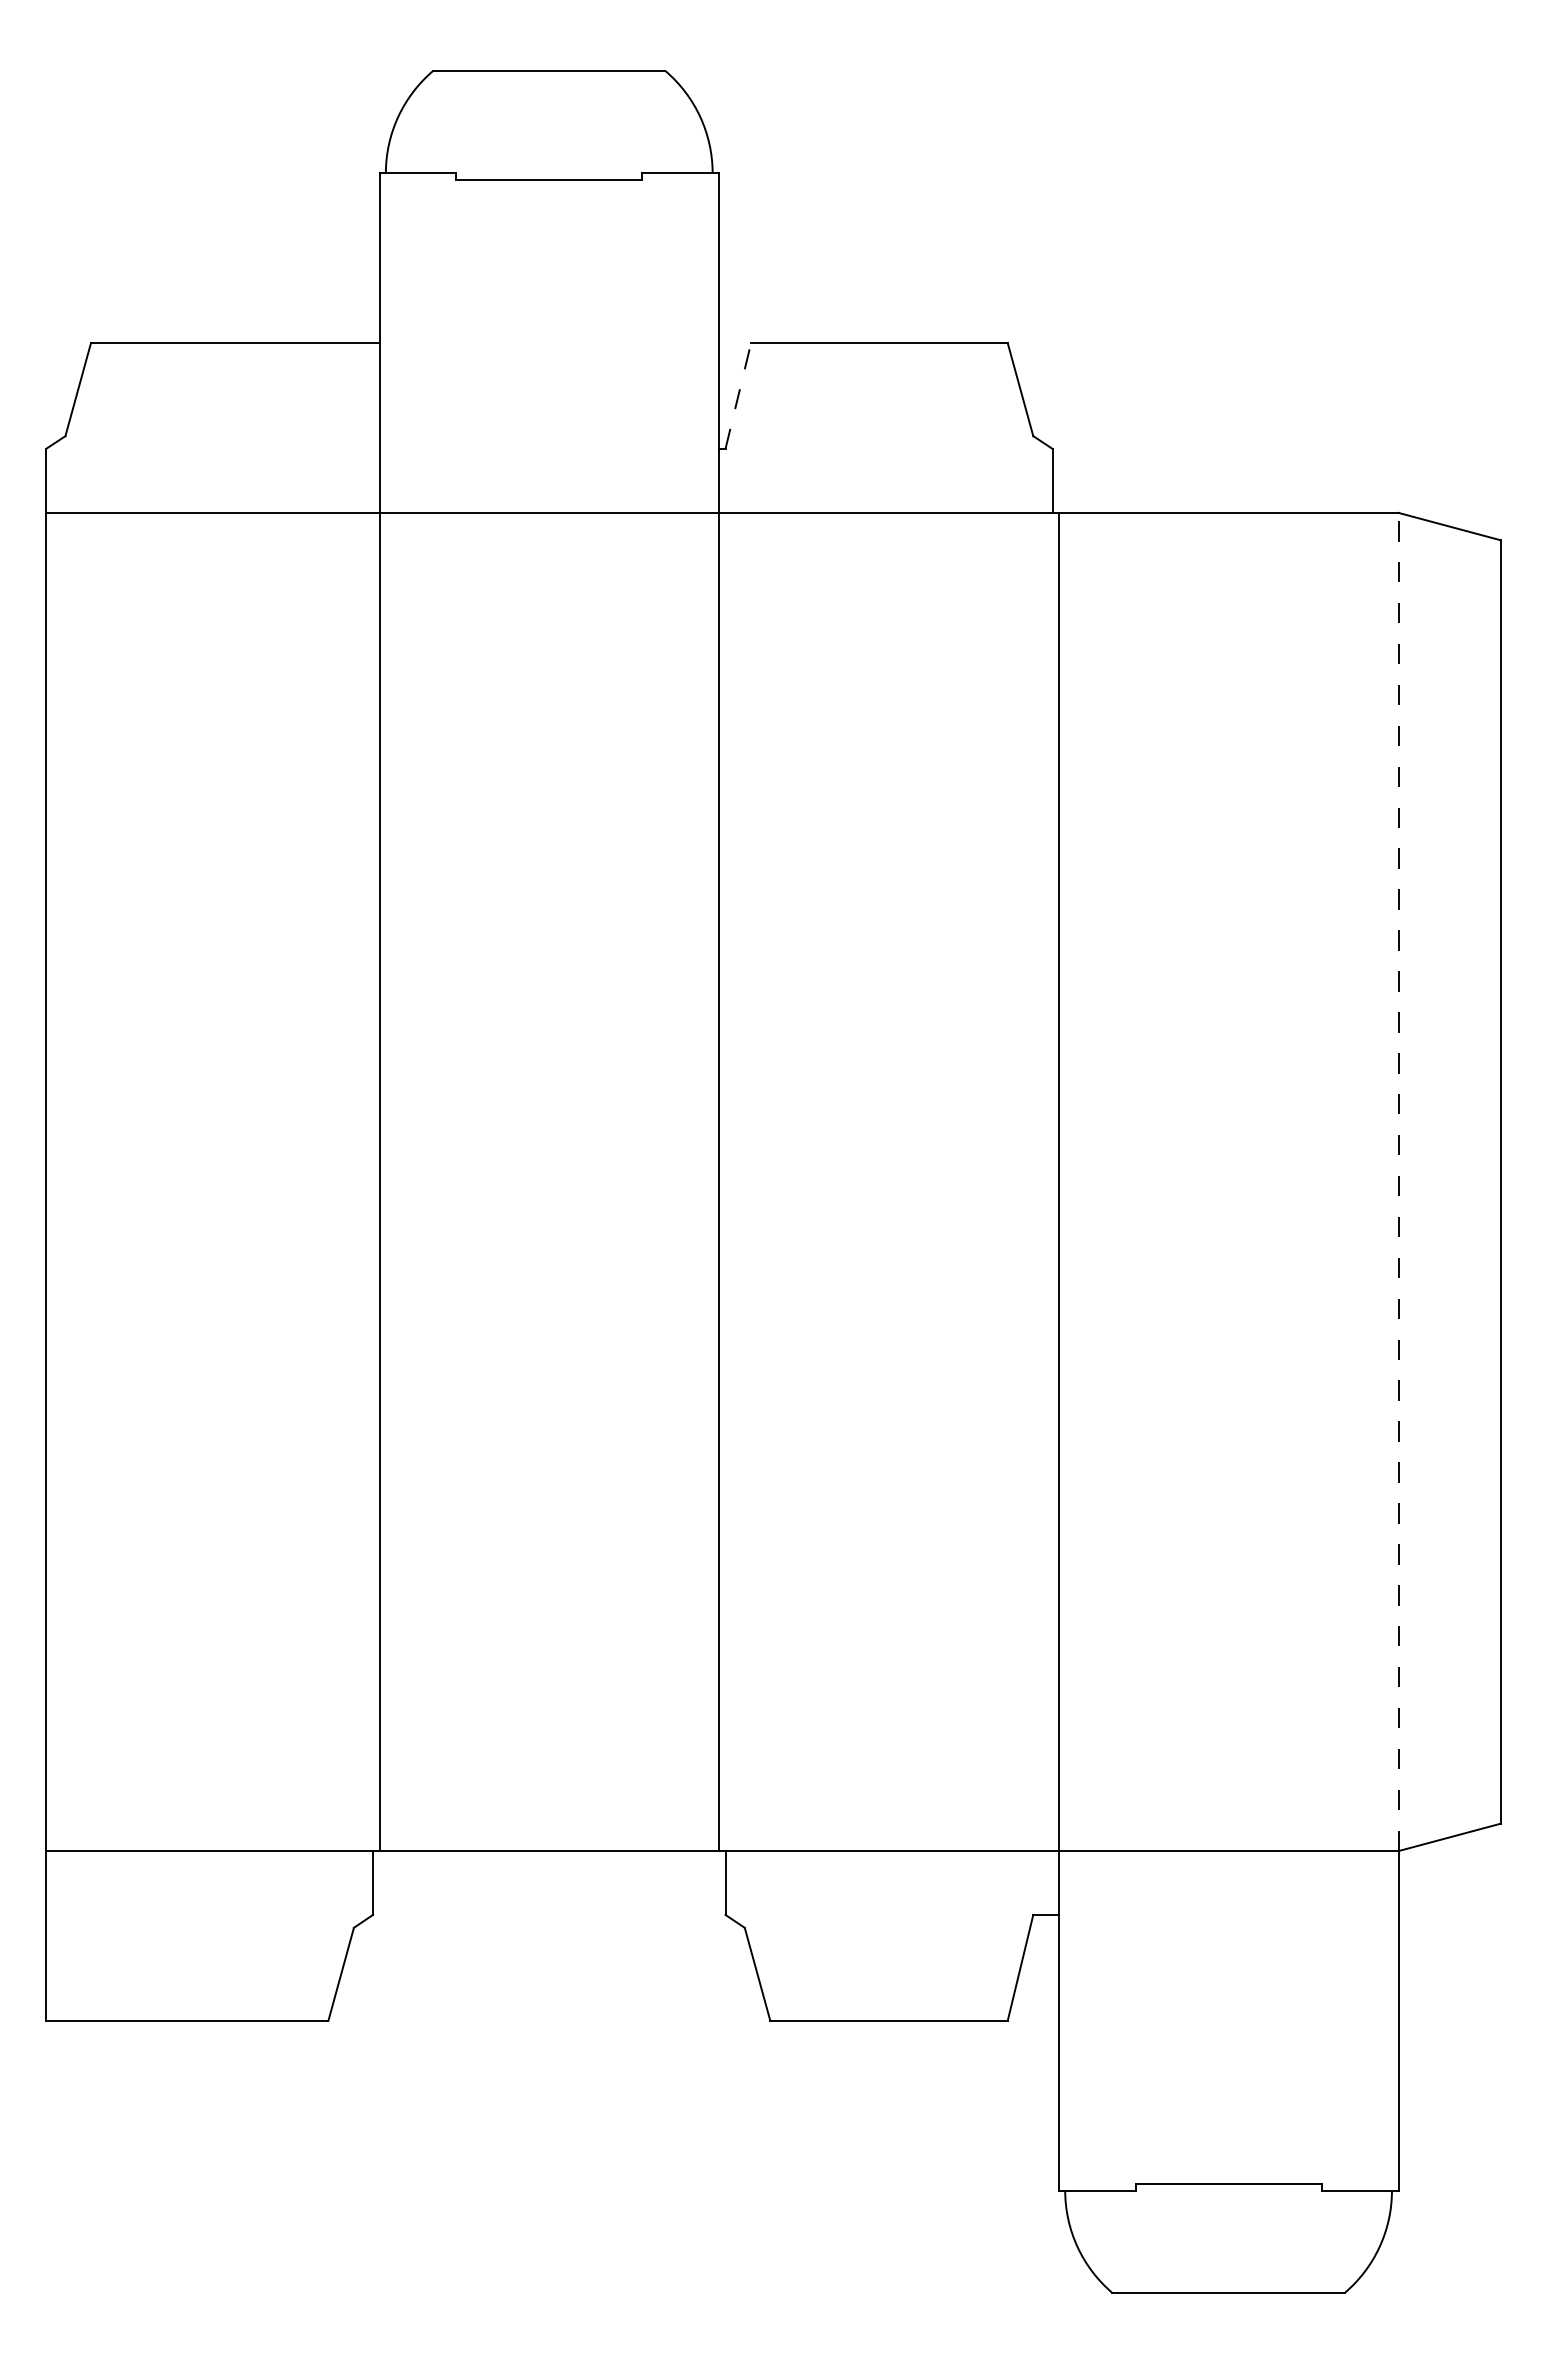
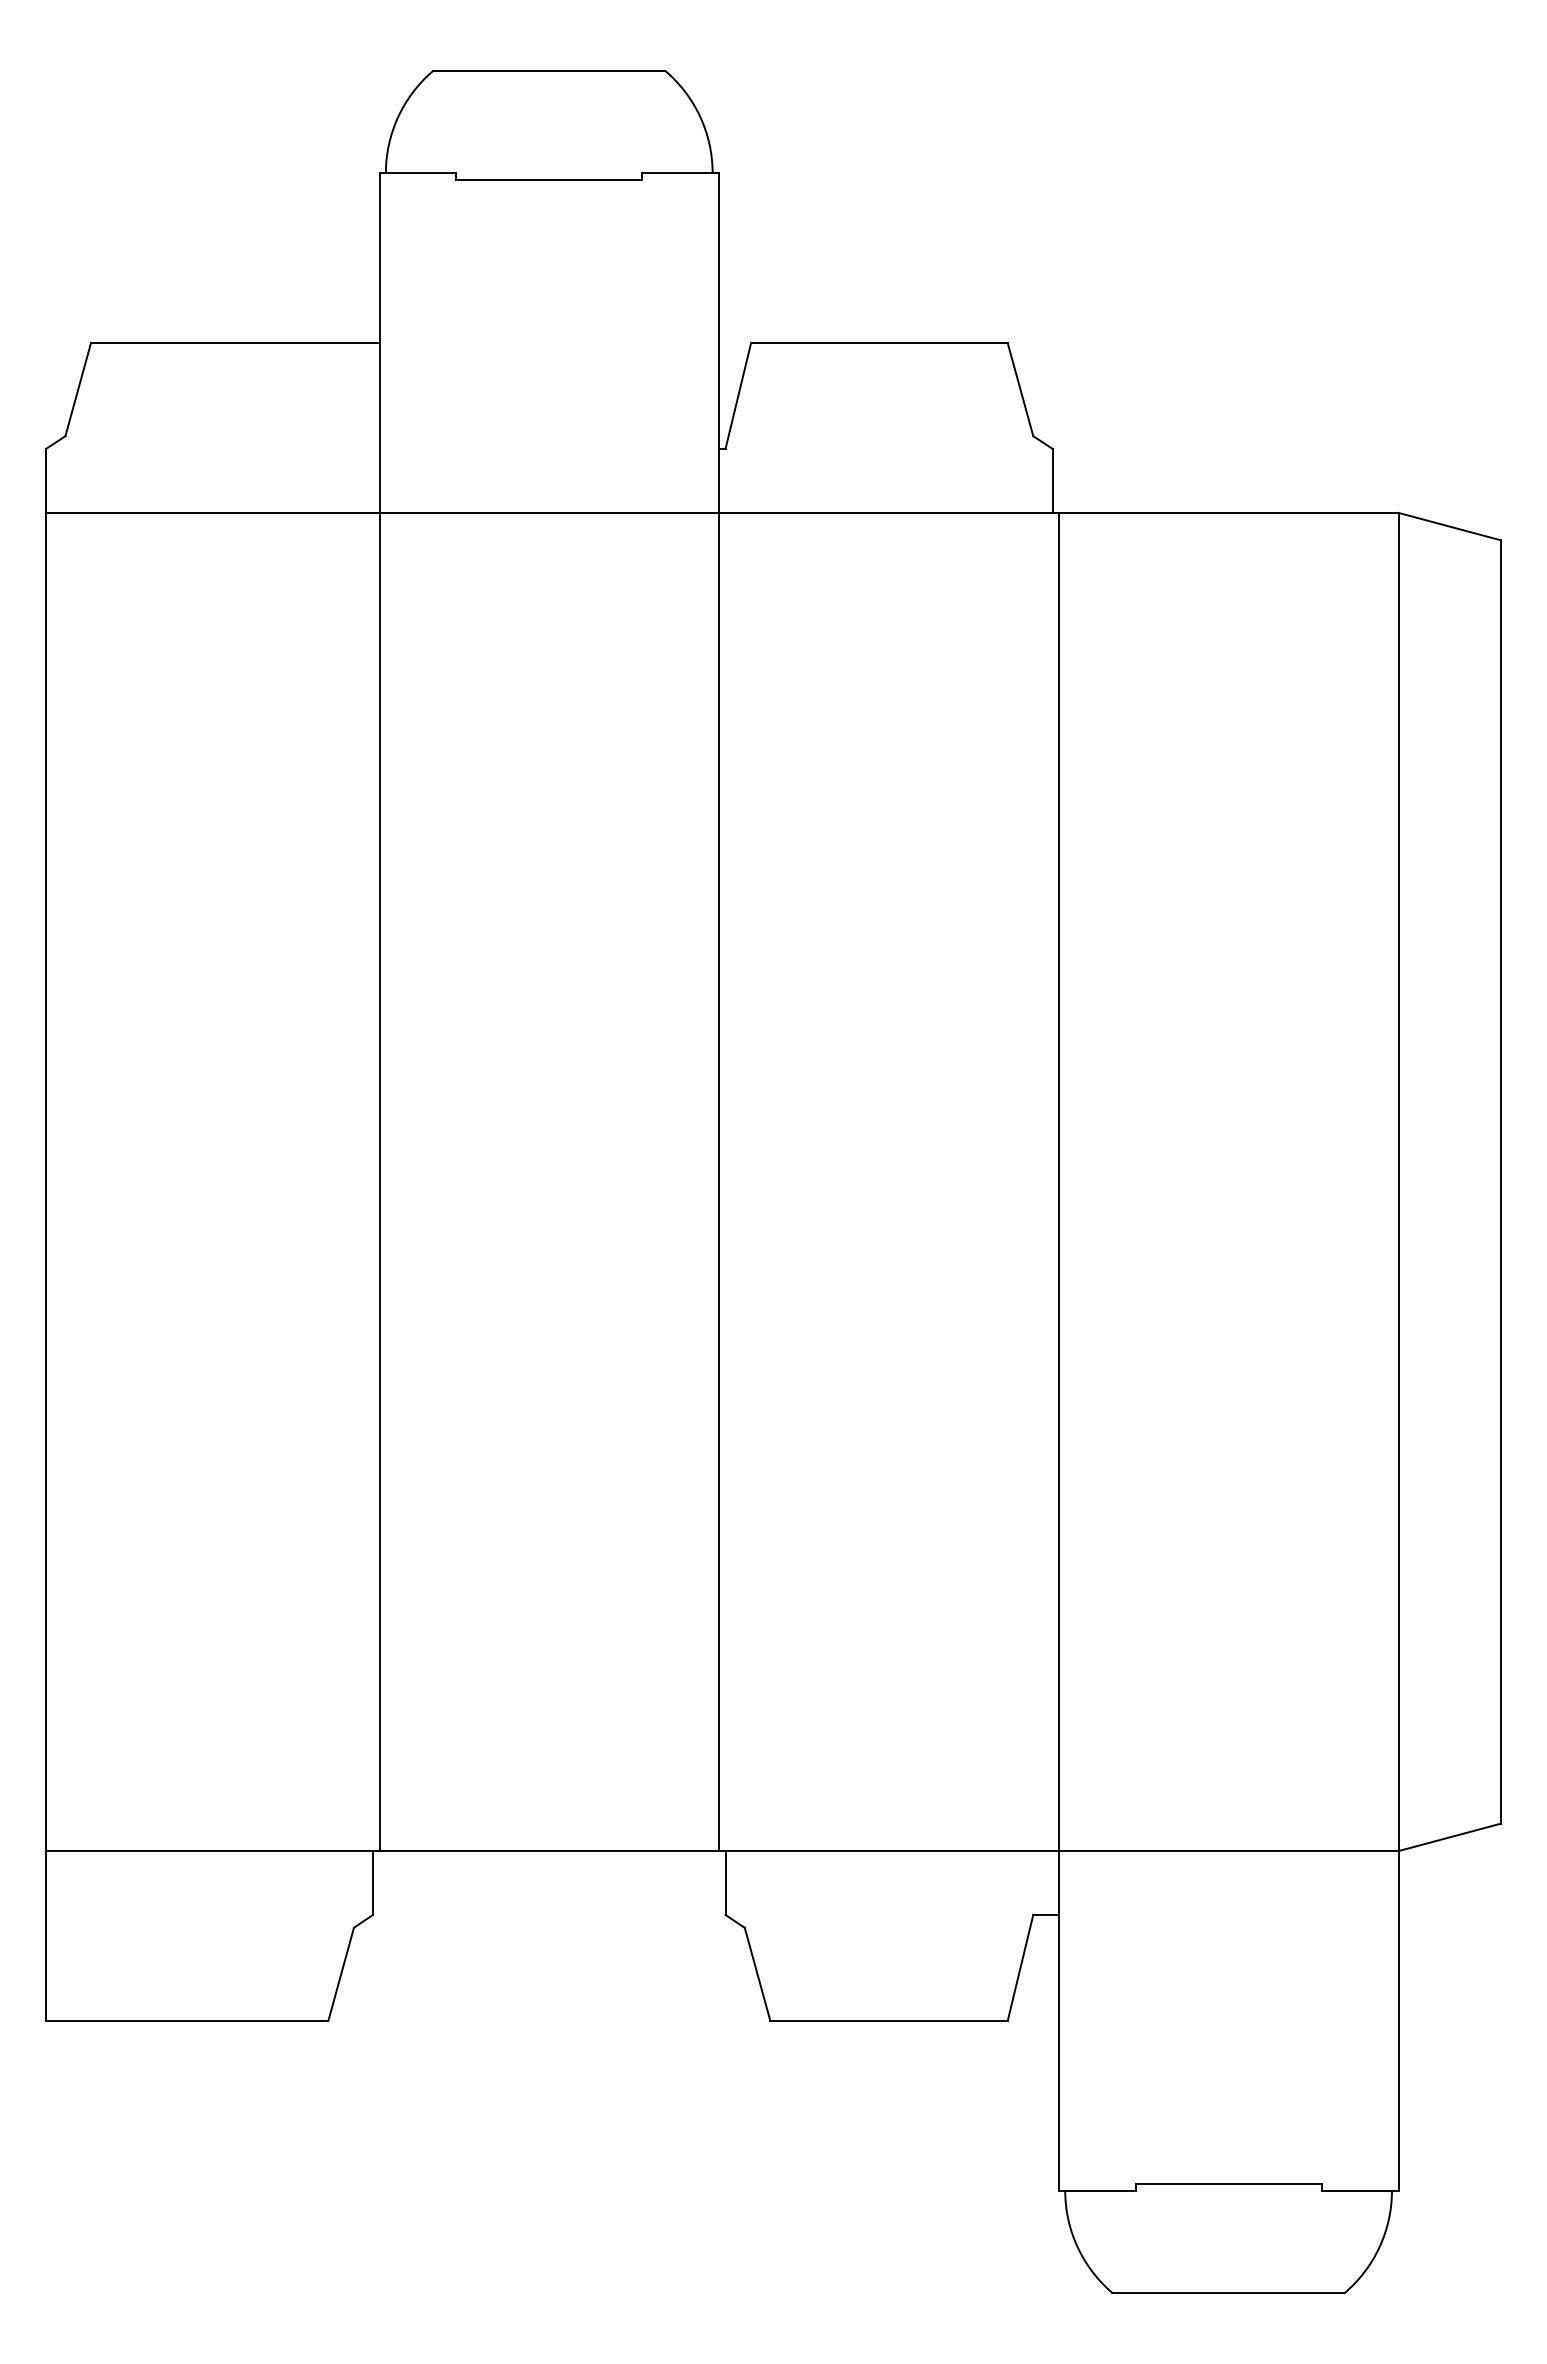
line at (738, 395): dashed -> solid
line at (1398, 1181): dashed -> solid
